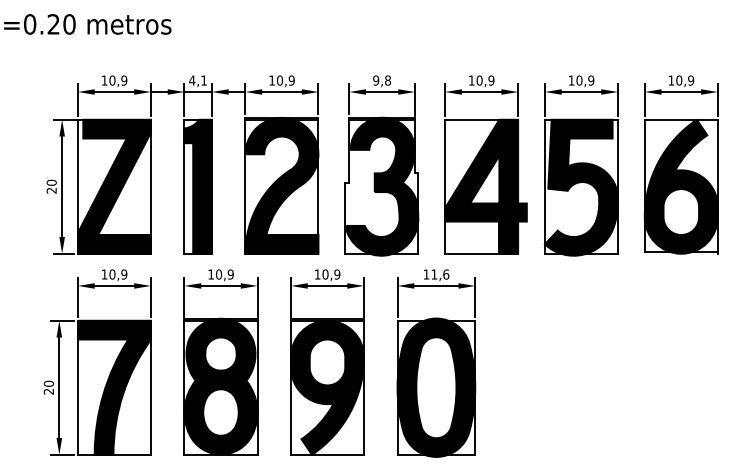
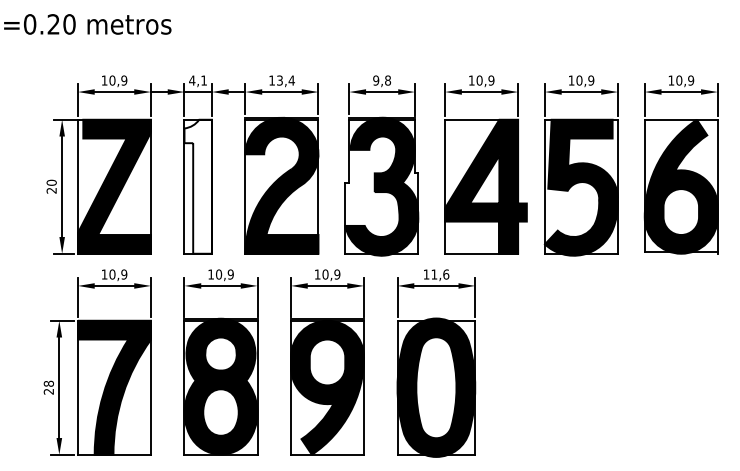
text at (285, 80): 10,9 -> 13,4
fill at (197, 186): present -> none
text at (48, 383): 20 -> 28
